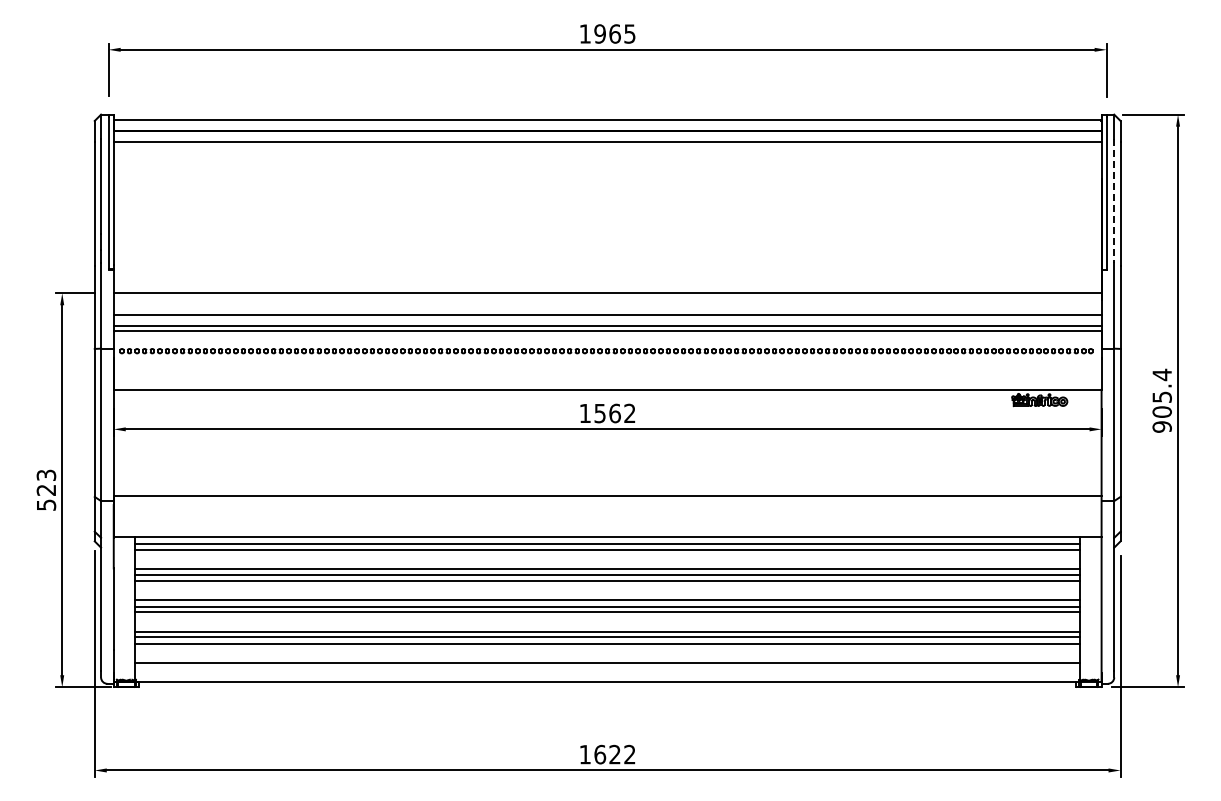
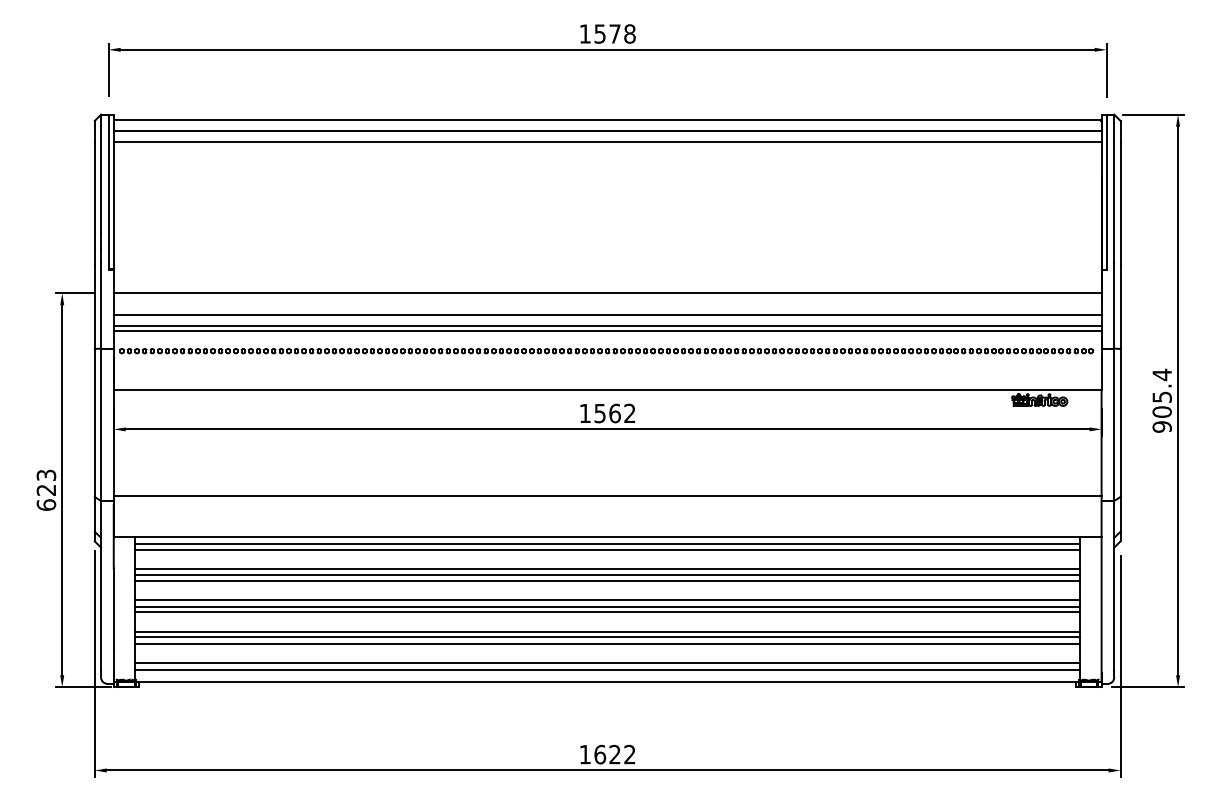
text at (614, 33): 1965 -> 1578
line at (1114, 201): dashed -> solid
text at (46, 504): 523 -> 623
line at (607, 669): none -> present
